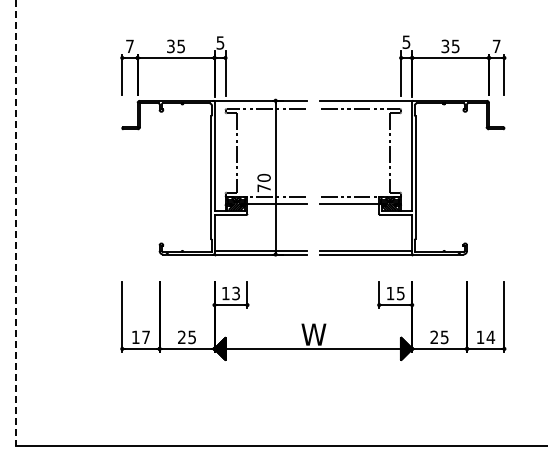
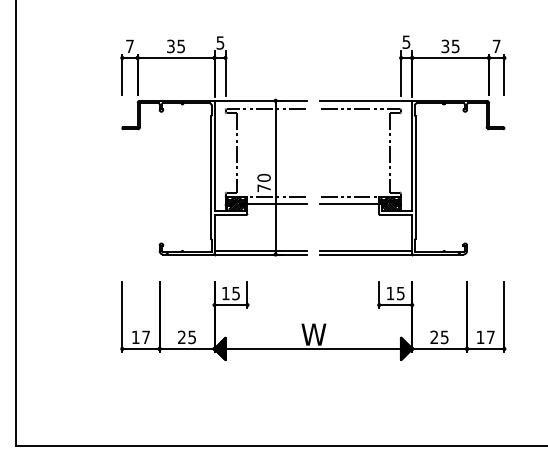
line at (16, 223): dashed -> solid
text at (235, 292): 13 -> 15
text at (490, 336): 14 -> 17
